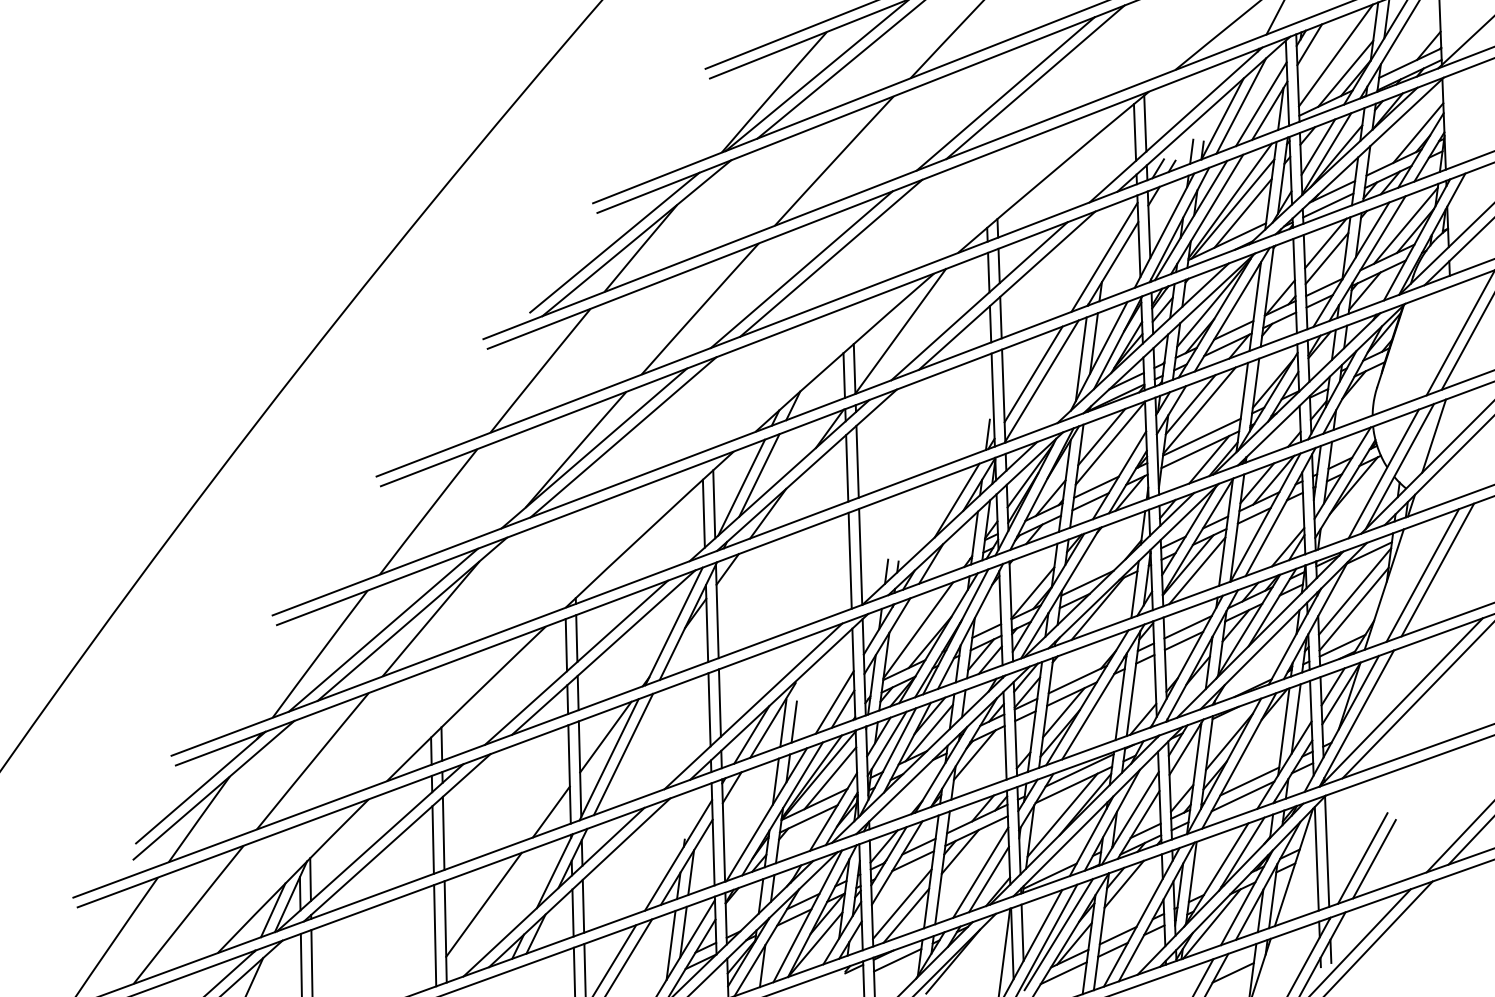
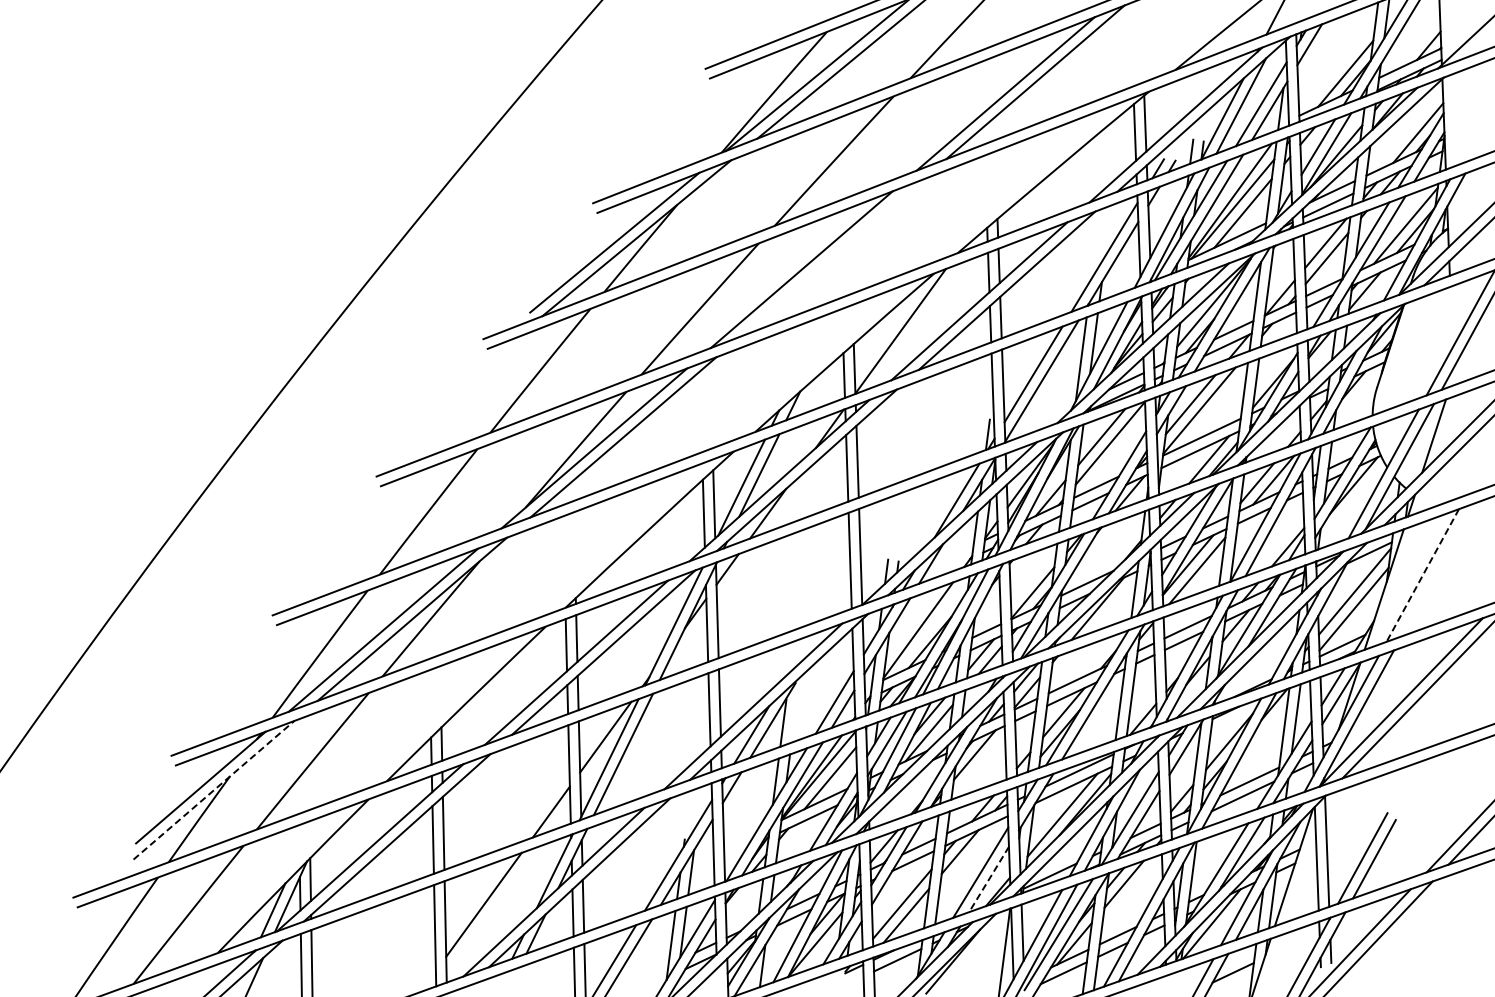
line at (1335, 55): present -> none
line at (831, 257): present -> none
line at (1437, 569): present -> none
line at (1422, 575): solid -> dashed
line at (793, 721): present -> none
line at (214, 789): solid -> dashed
line at (988, 879): solid -> dashed
